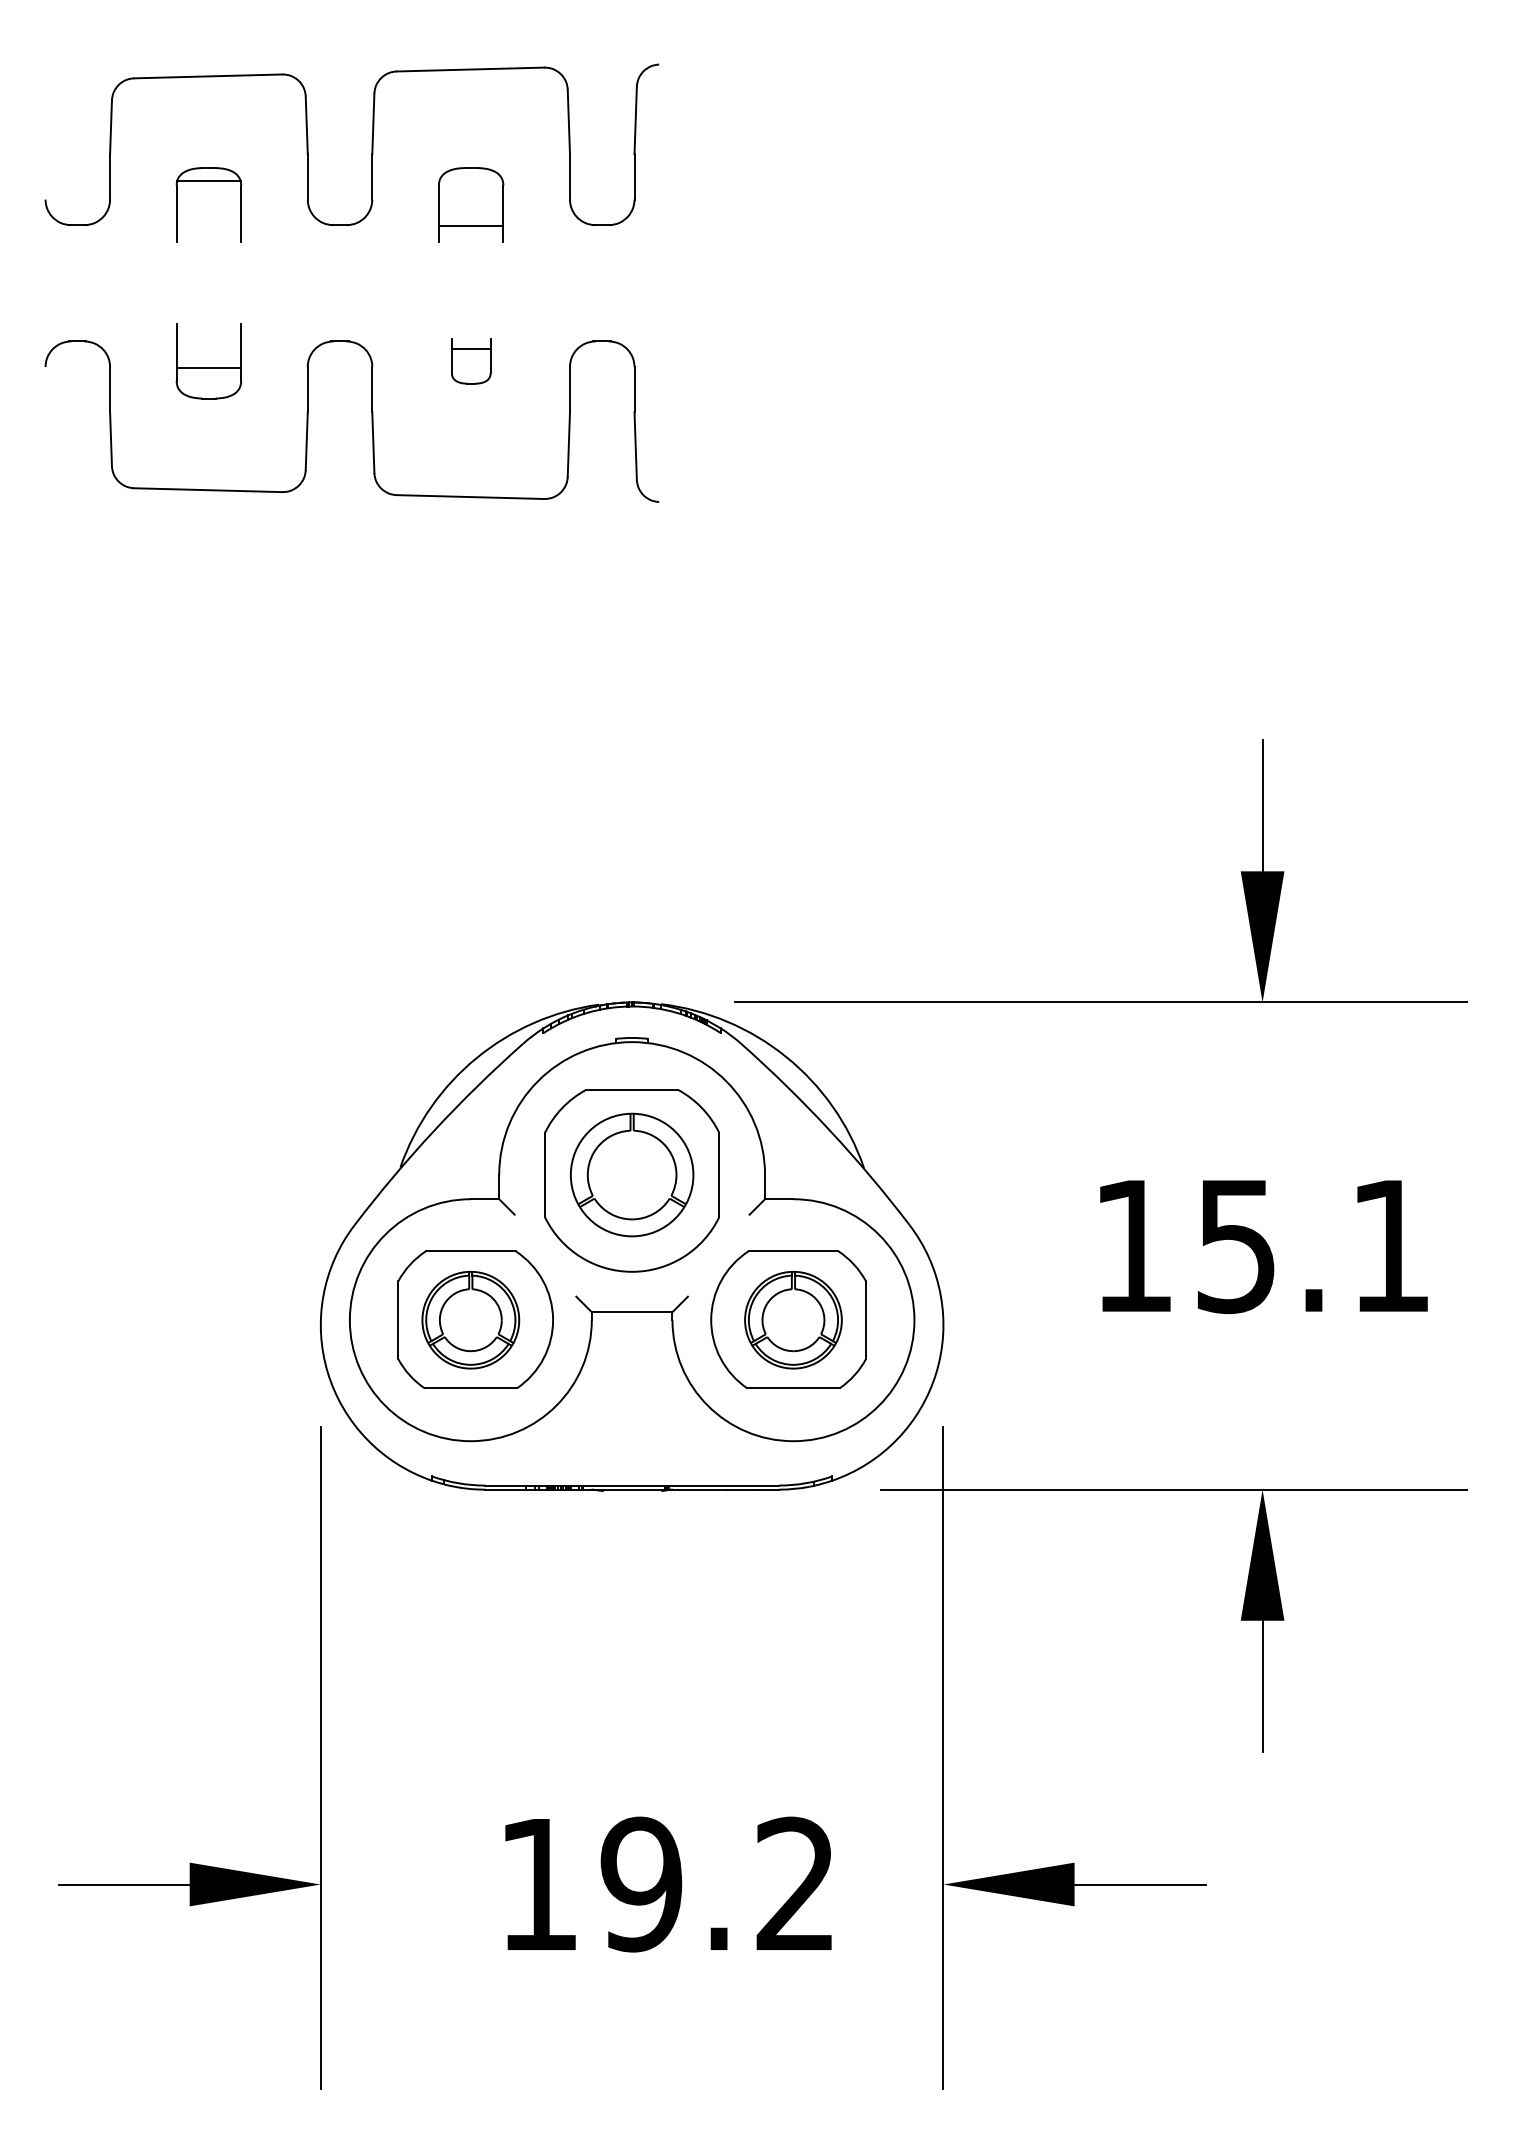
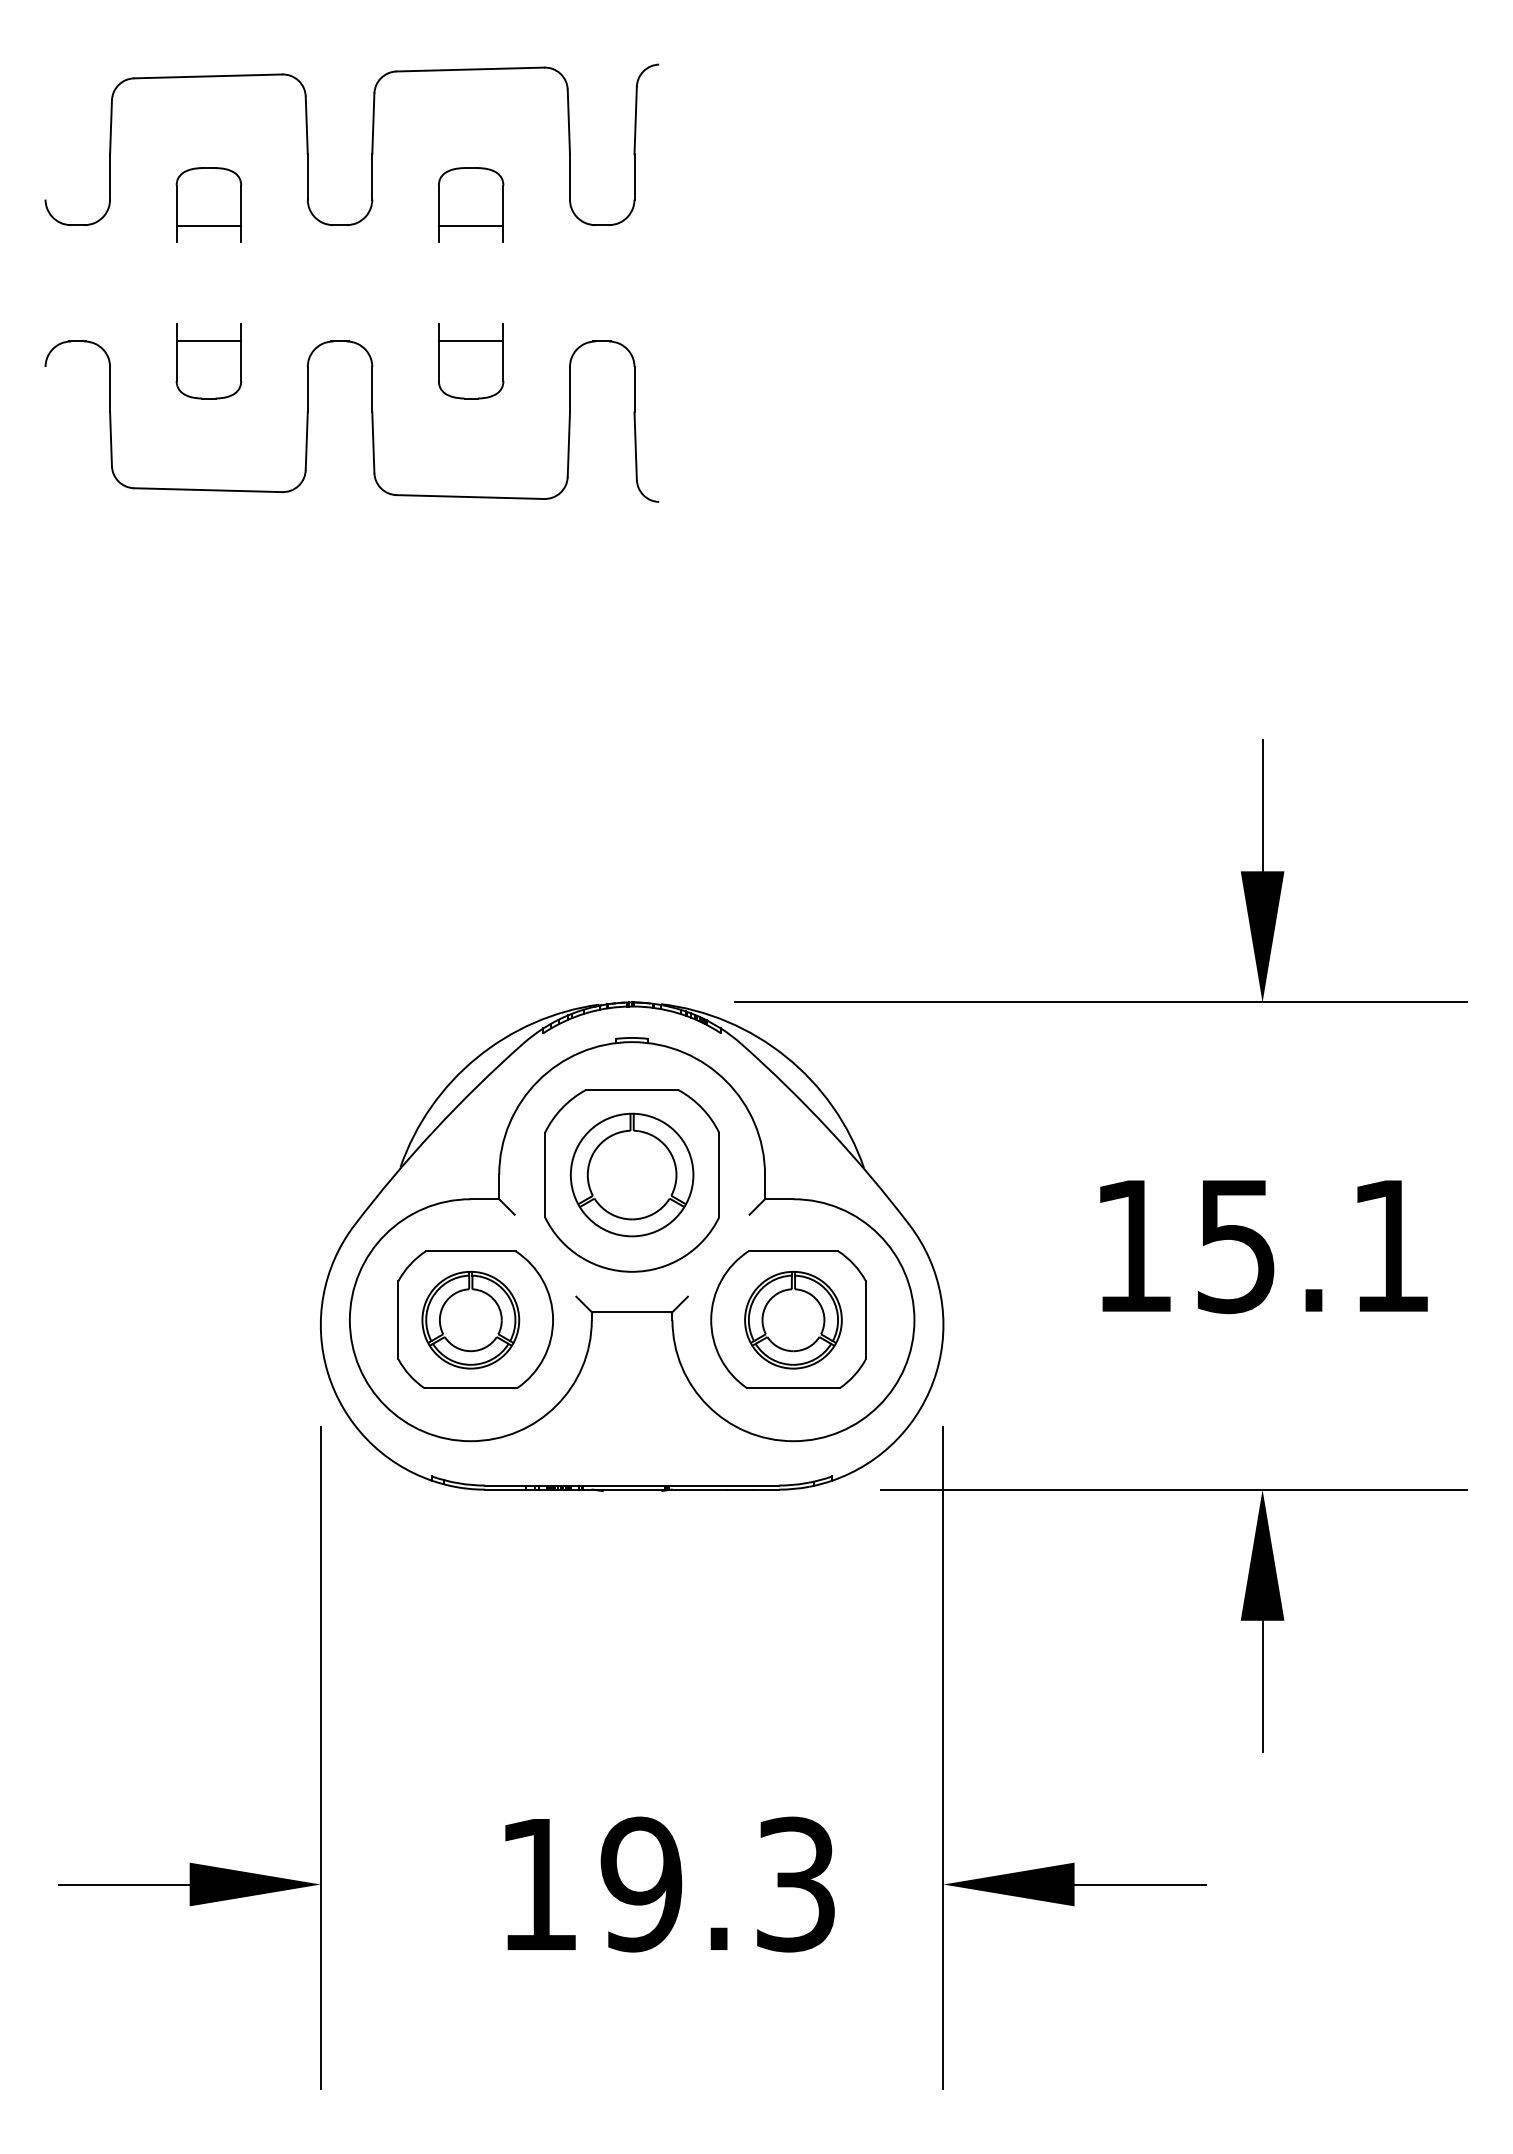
line at (208, 180) position: (208, 180) -> (208, 225)
part at (471, 361) size: 41x47 px -> 67x77 px
line at (208, 368) position: (208, 368) -> (208, 341)
text at (795, 1884): 19.2 -> 19.3
